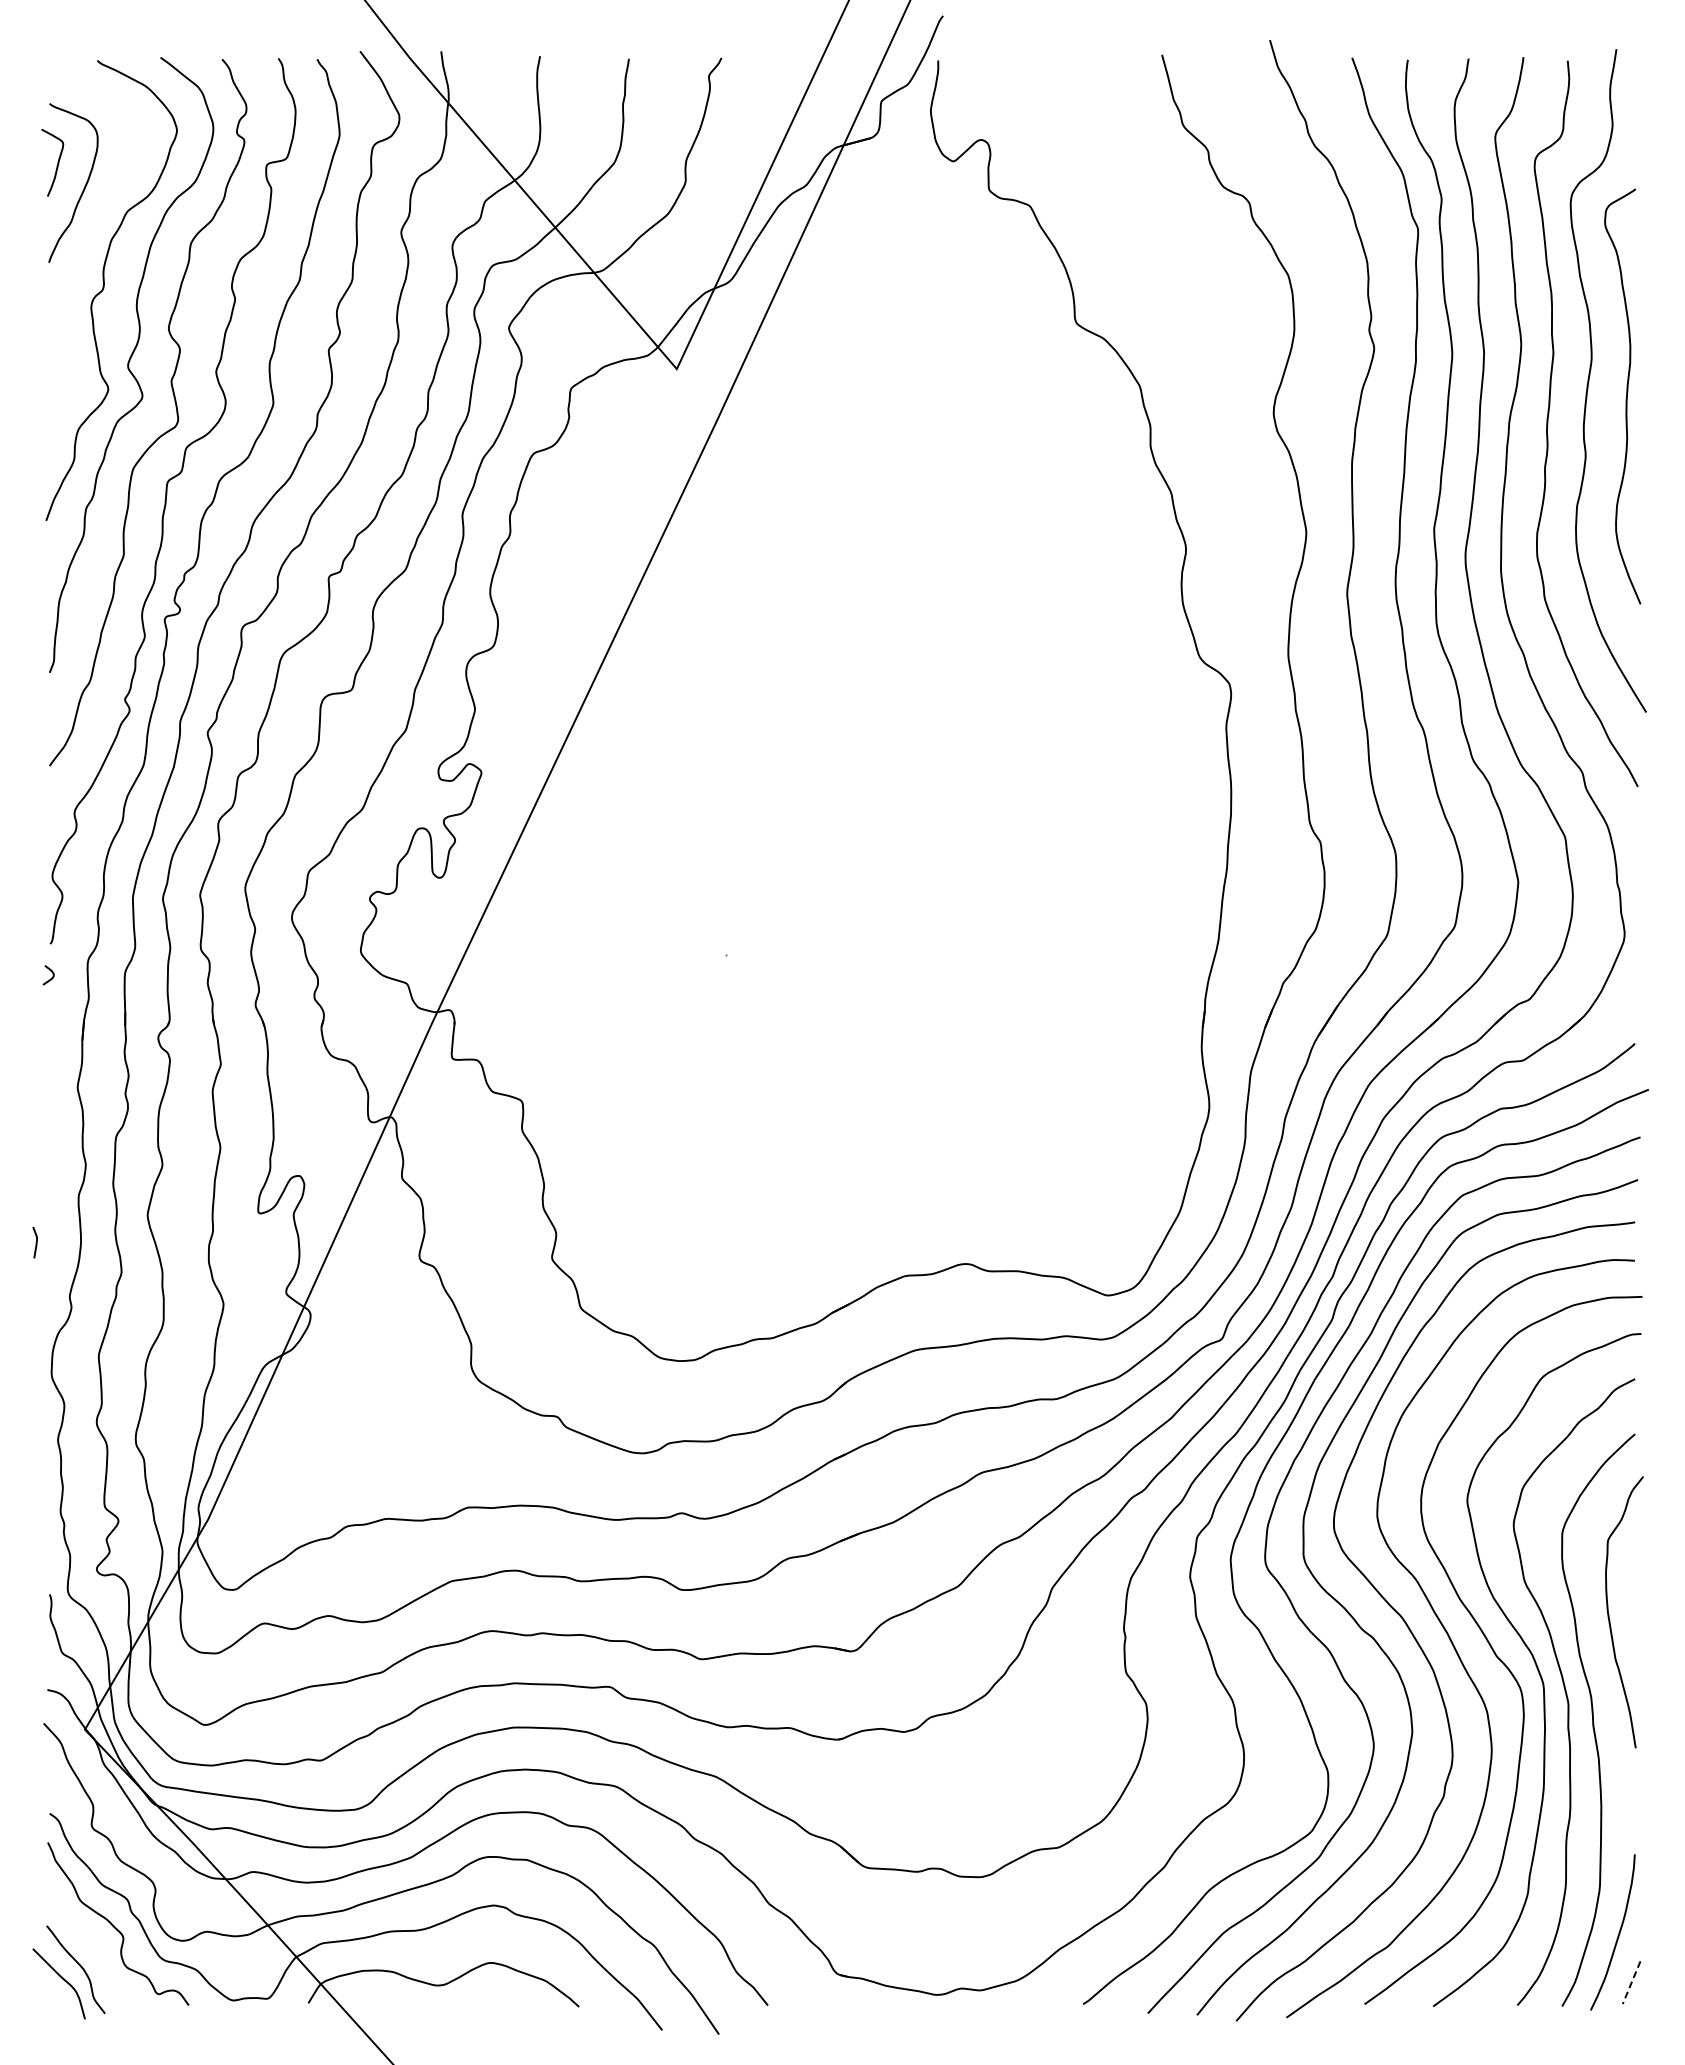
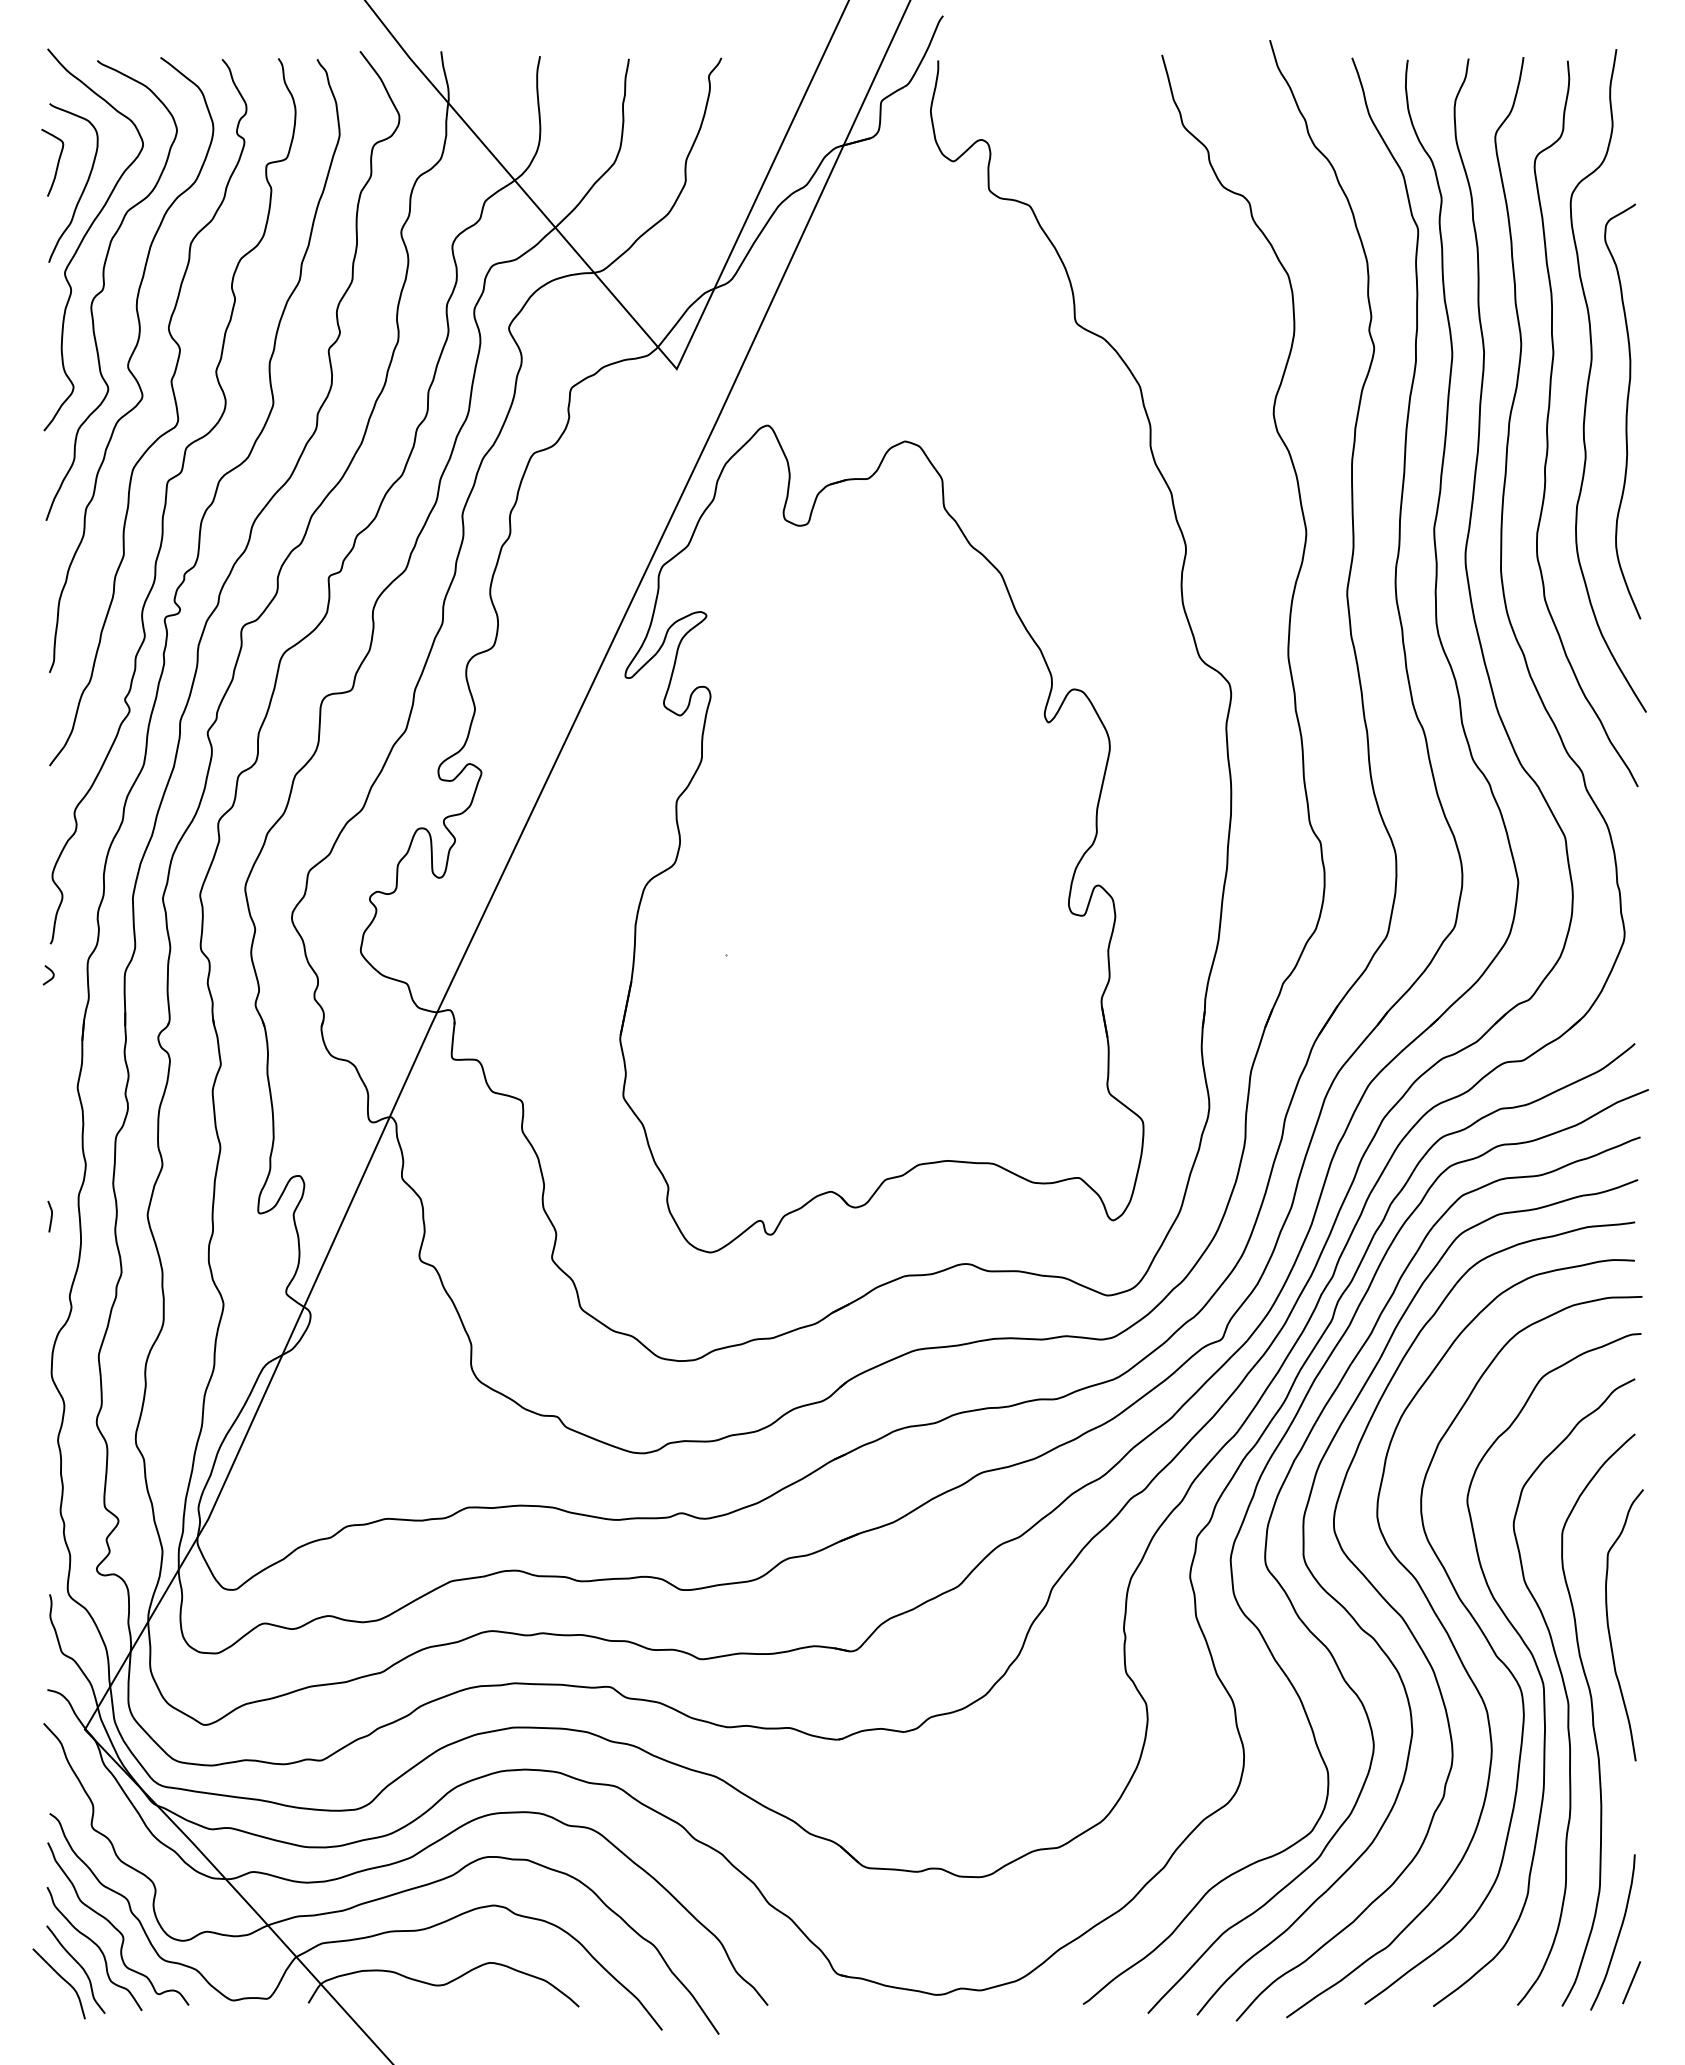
curve at (86, 235): none -> present
curve at (1625, 398) position: (1625, 398) -> (1625, 413)
part at (881, 838): none -> present
curve at (35, 1242) position: (35, 1242) -> (50, 1216)
curve at (1609, 1614) position: (1609, 1614) -> (1609, 1627)
curve at (96, 1946): none -> present
line at (1631, 1983): dashed -> solid
